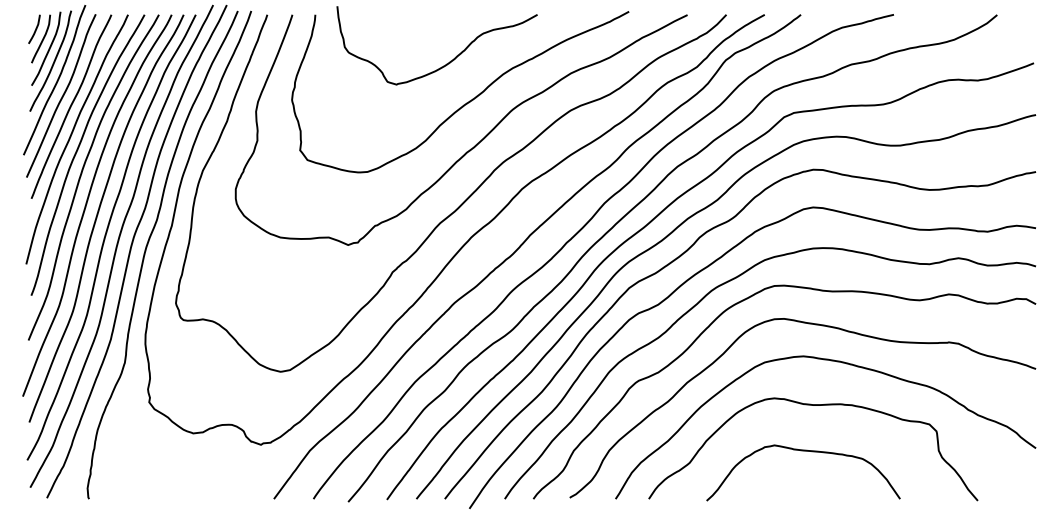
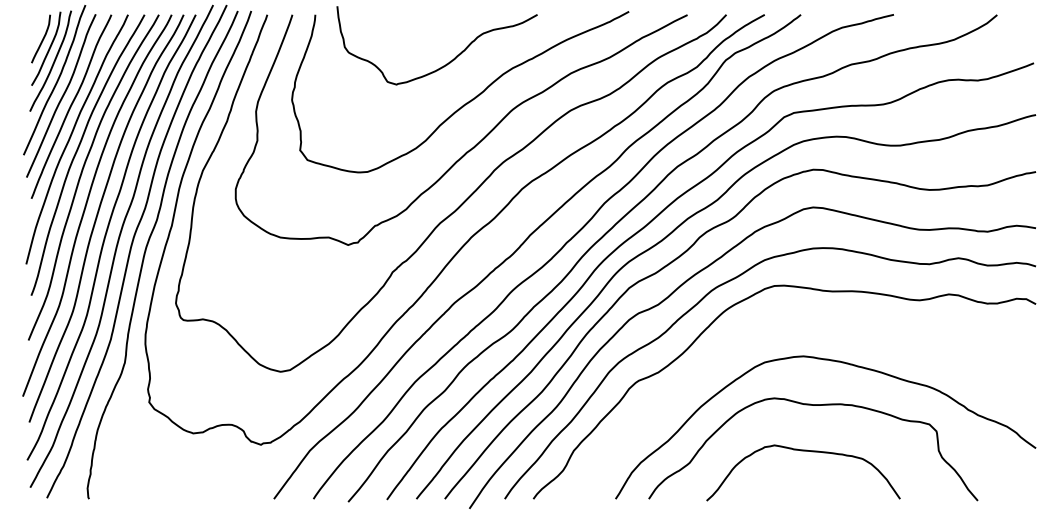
curve at (35, 28): present -> none
curve at (815, 325): present -> none
